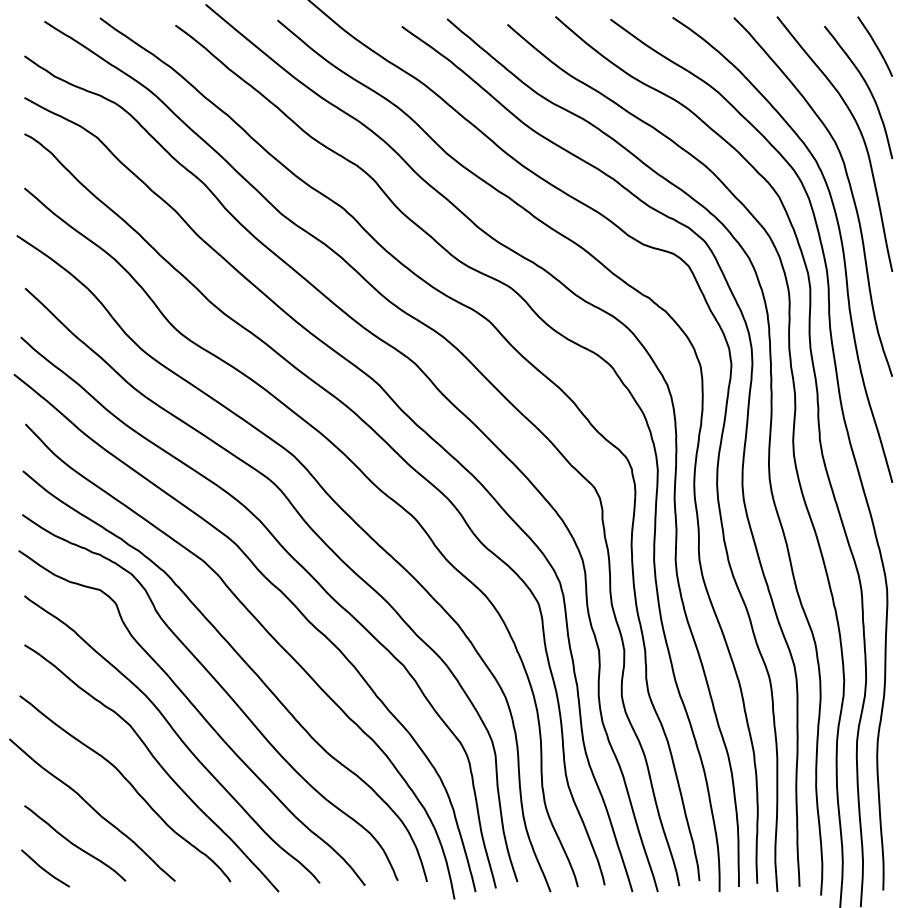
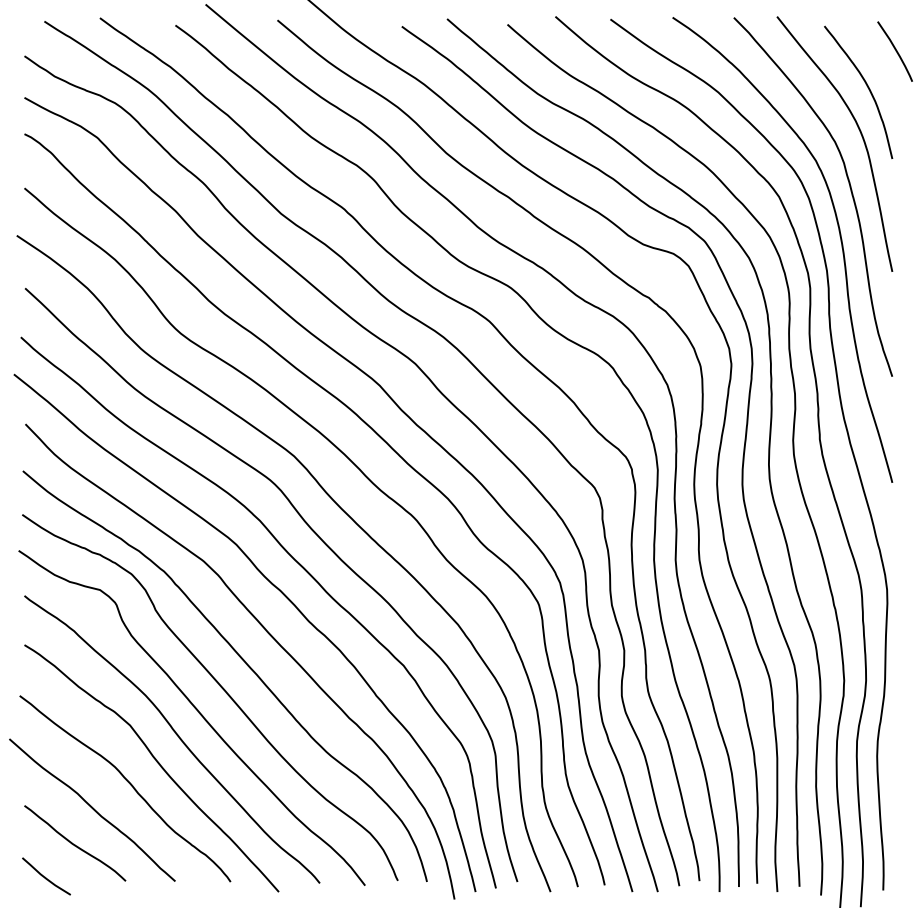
curve at (875, 46) position: (875, 46) -> (895, 51)
curve at (44, 868) position: (44, 868) -> (45, 876)
